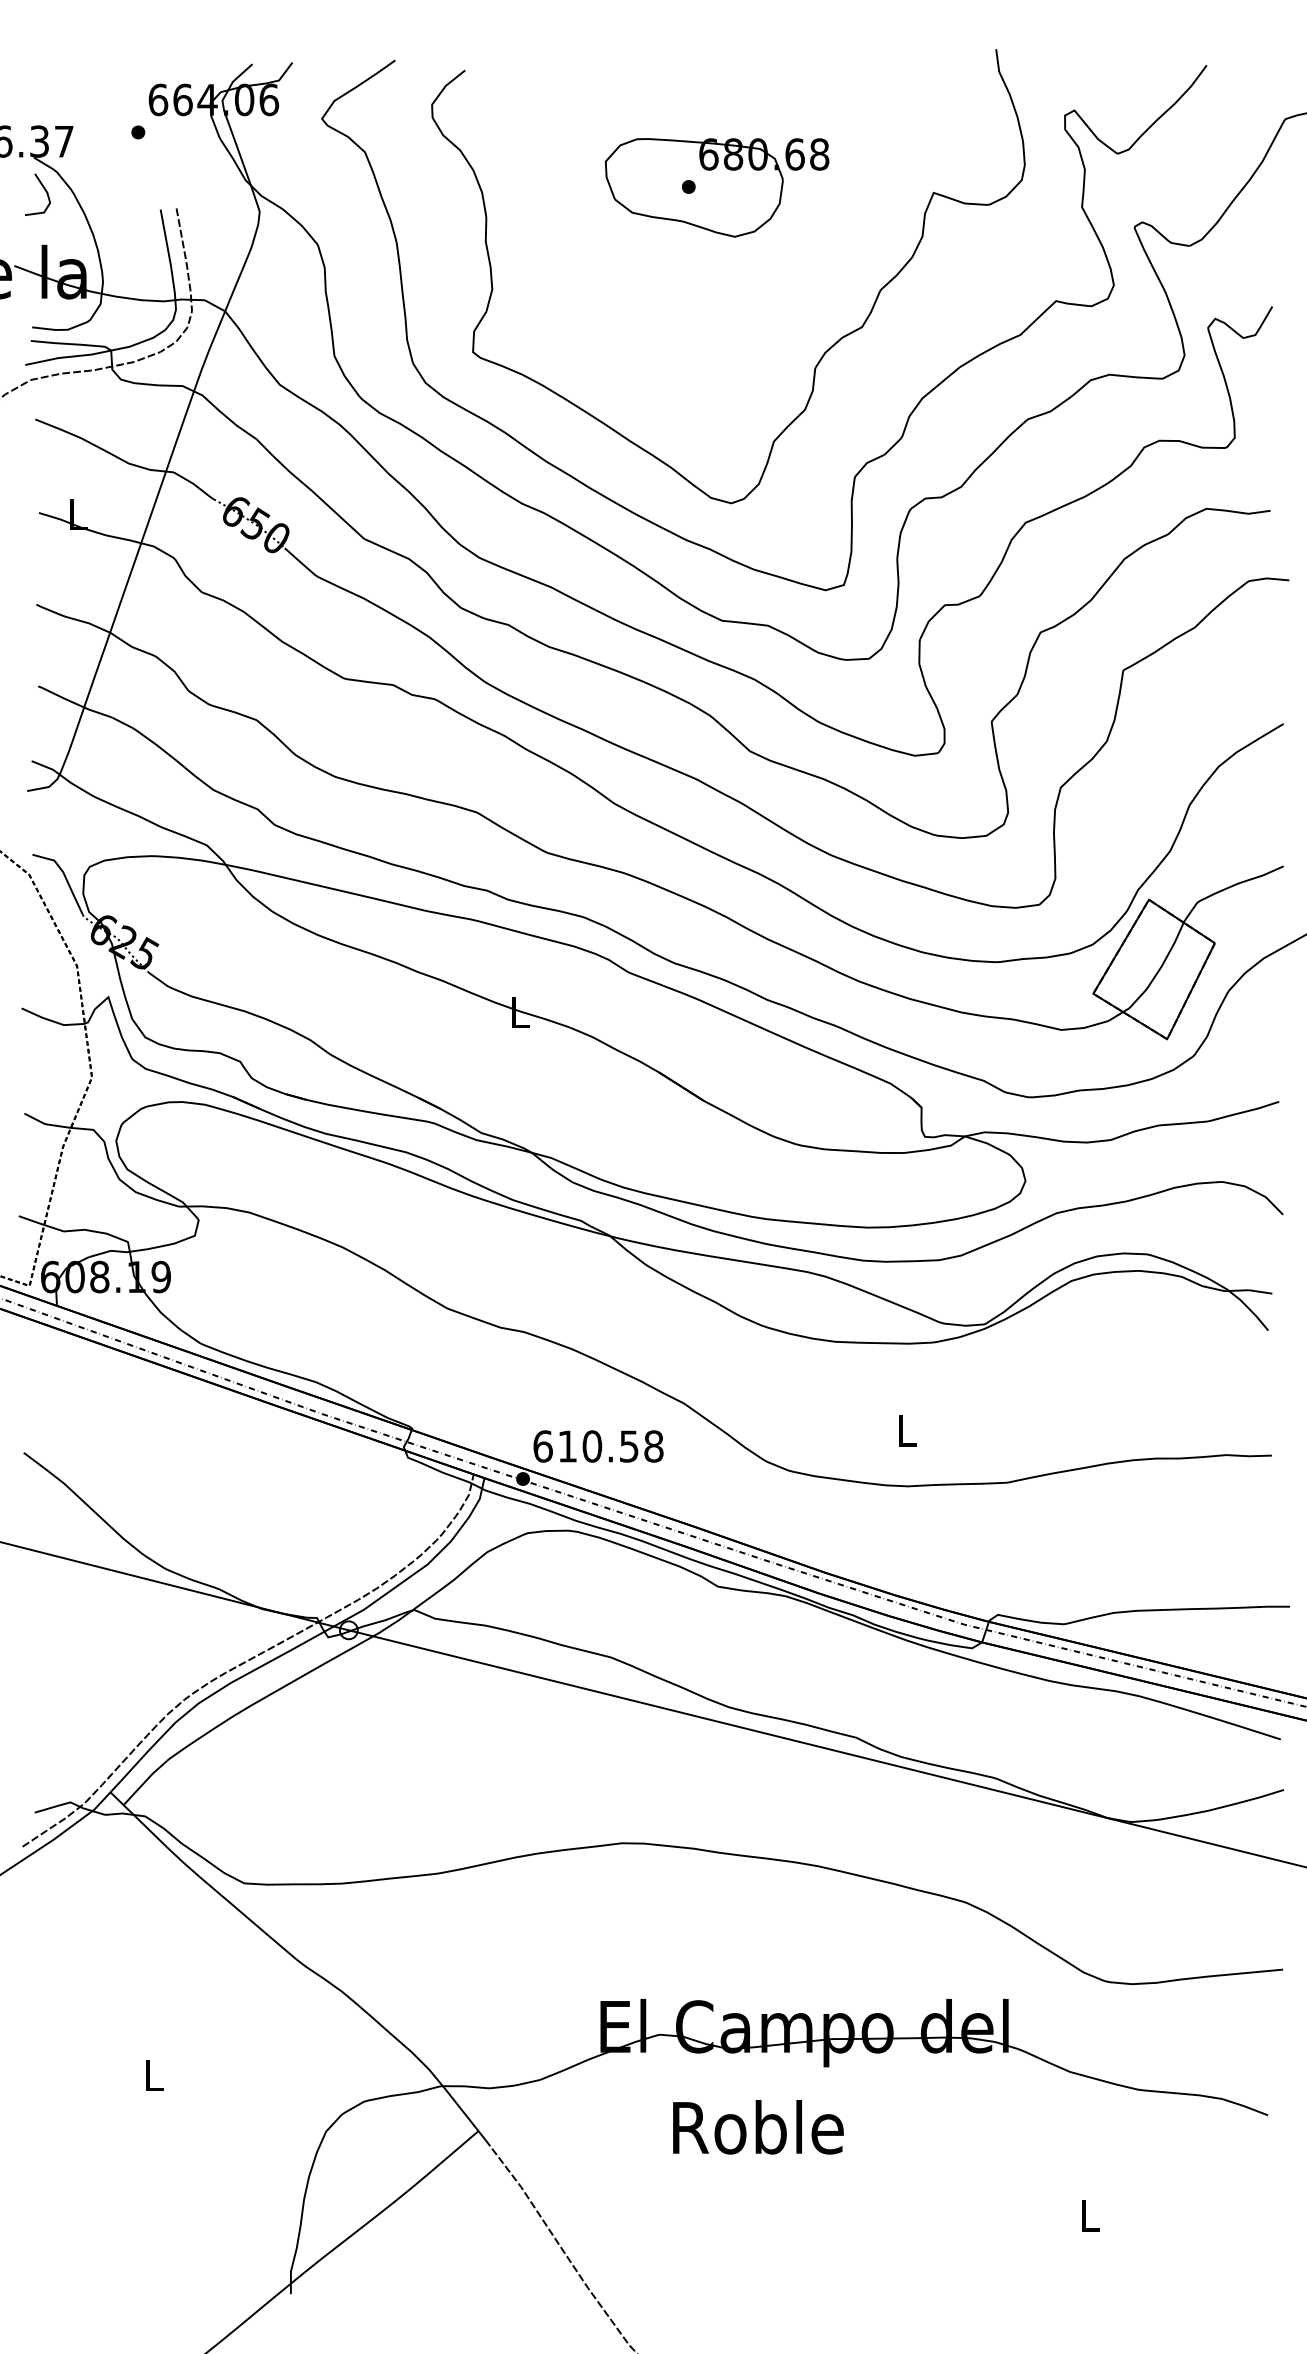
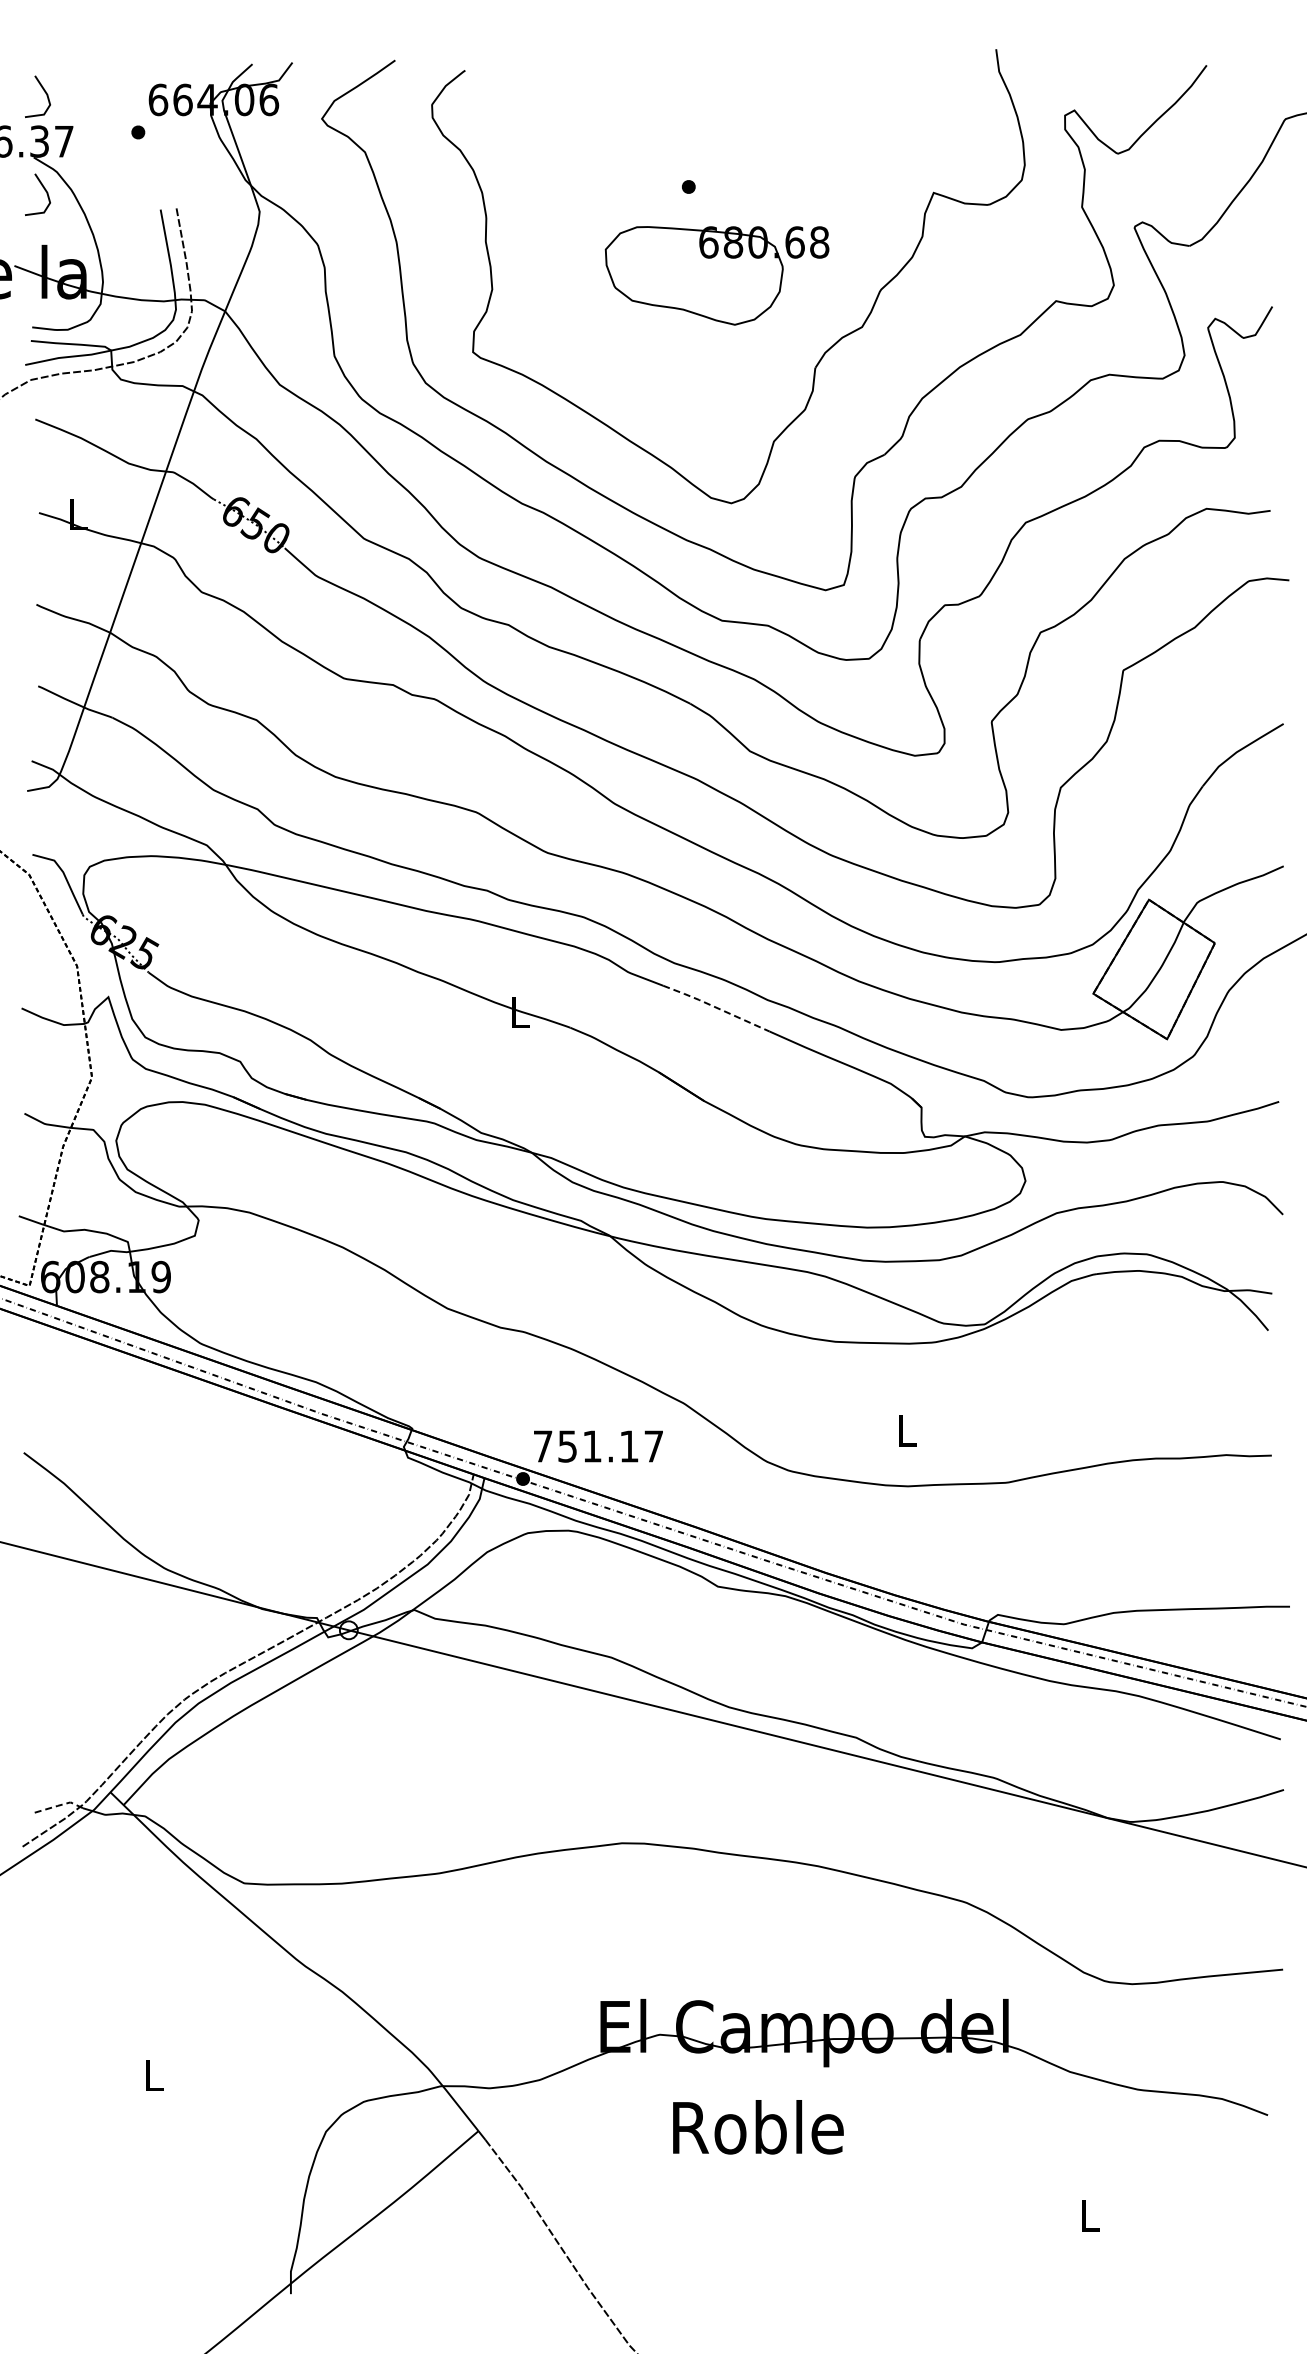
line at (44, 92): none -> present
part at (716, 187) position: (716, 187) -> (716, 275)
line at (715, 1007): solid -> dashed
text at (598, 1446): 610.58 -> 751.17
line at (59, 1805): solid -> dashed
